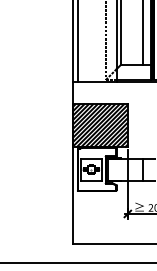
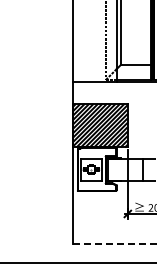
line at (142, 33): present -> none
line at (77, 42): present -> none
line at (115, 243): solid -> dashed
